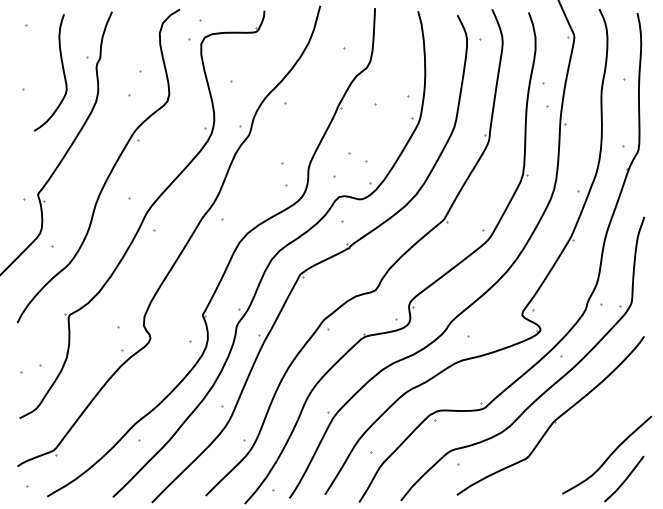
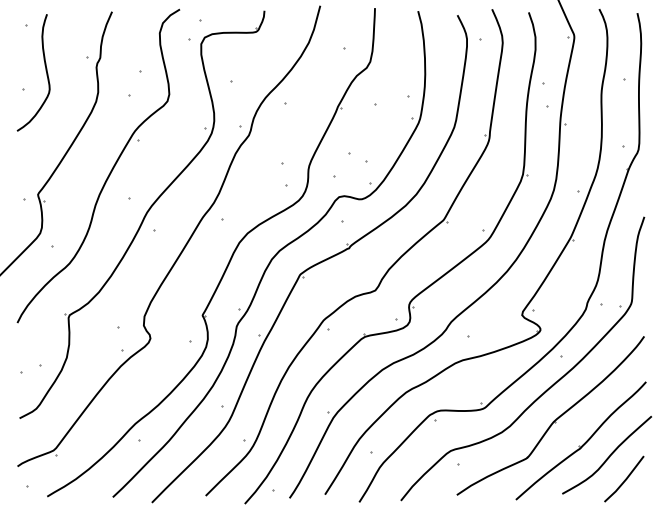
curve at (62, 71) position: (62, 71) -> (45, 71)
part at (580, 440): none -> present
